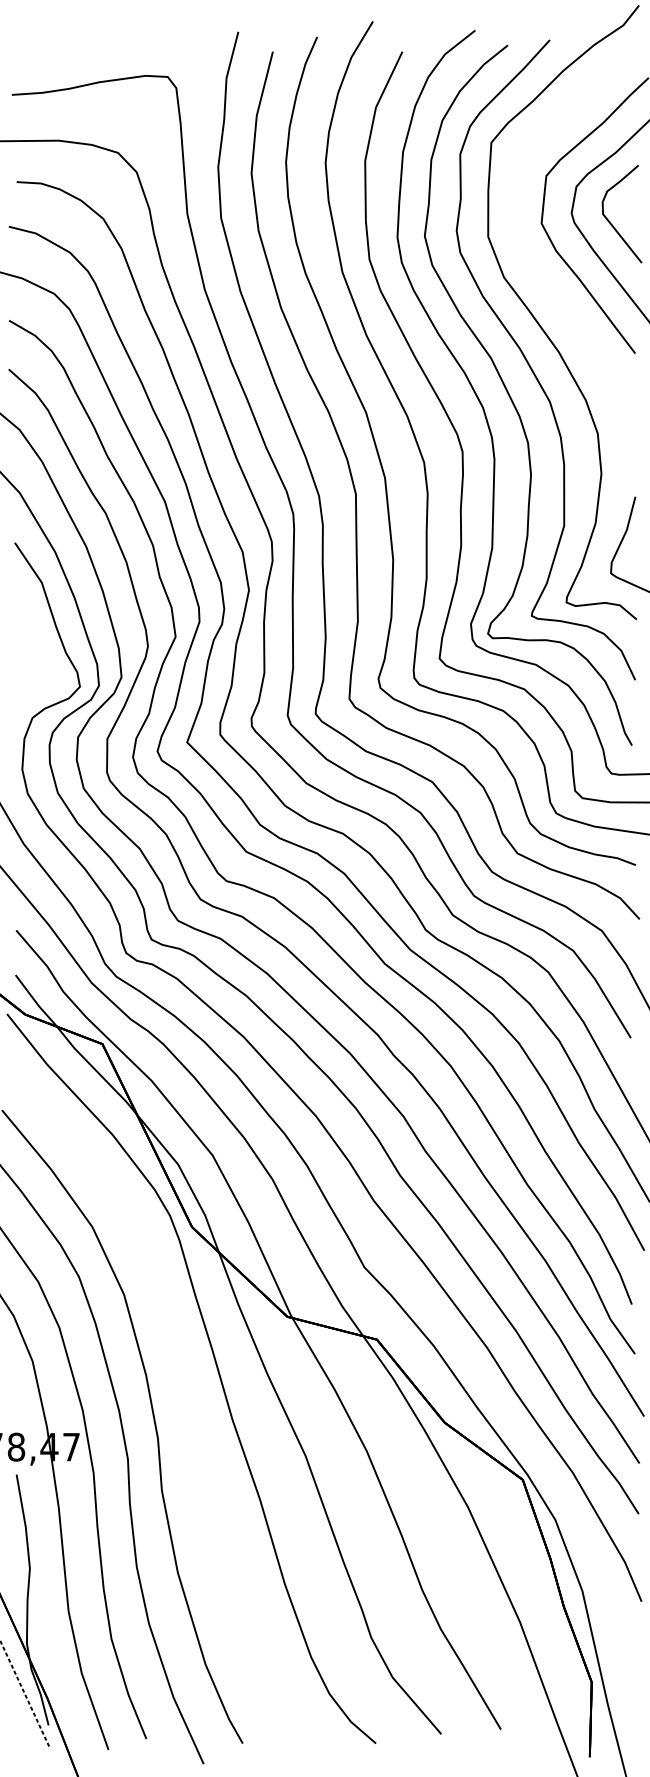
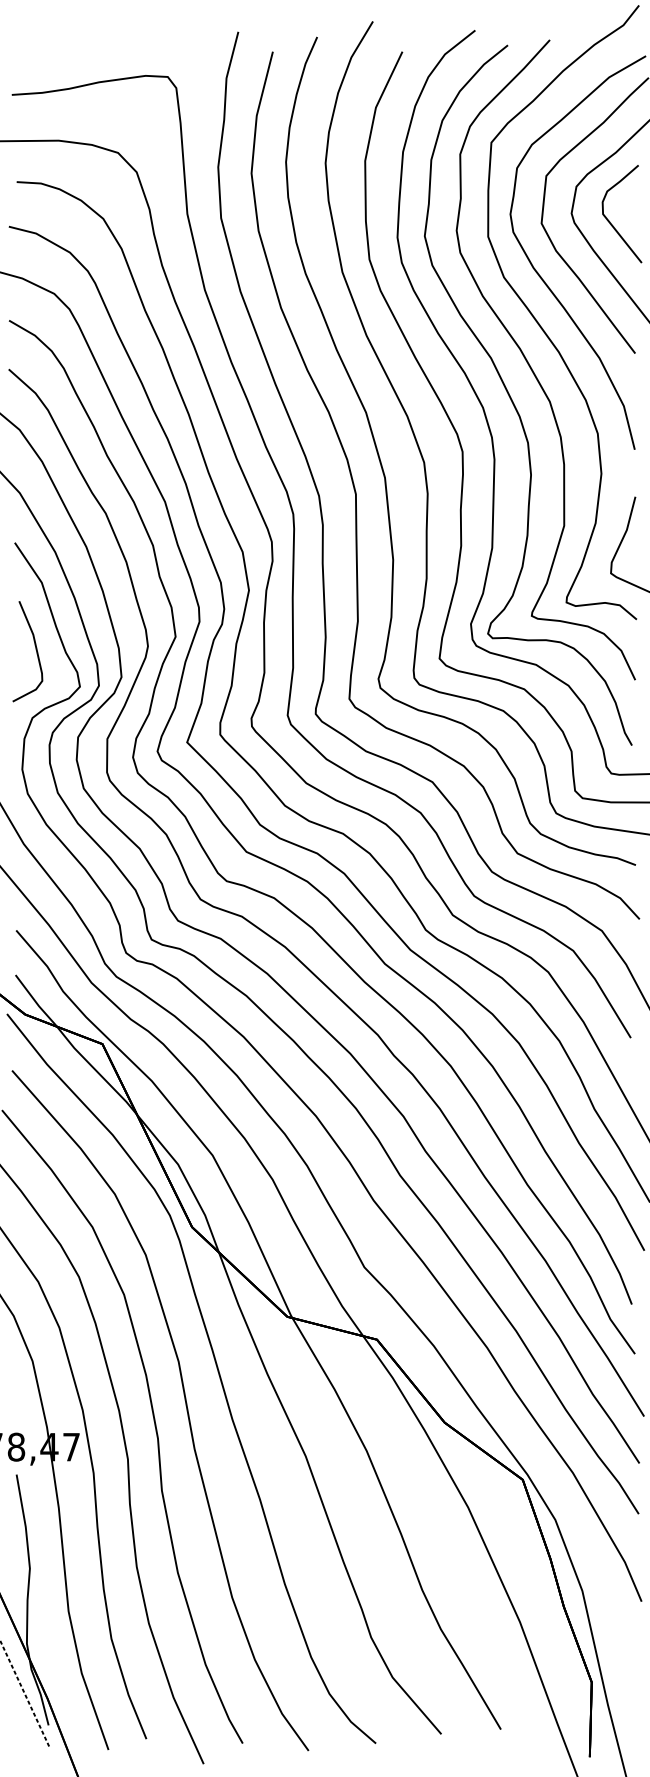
curve at (545, 281): none -> present
curve at (35, 649): none -> present
curve at (185, 1406): none -> present
